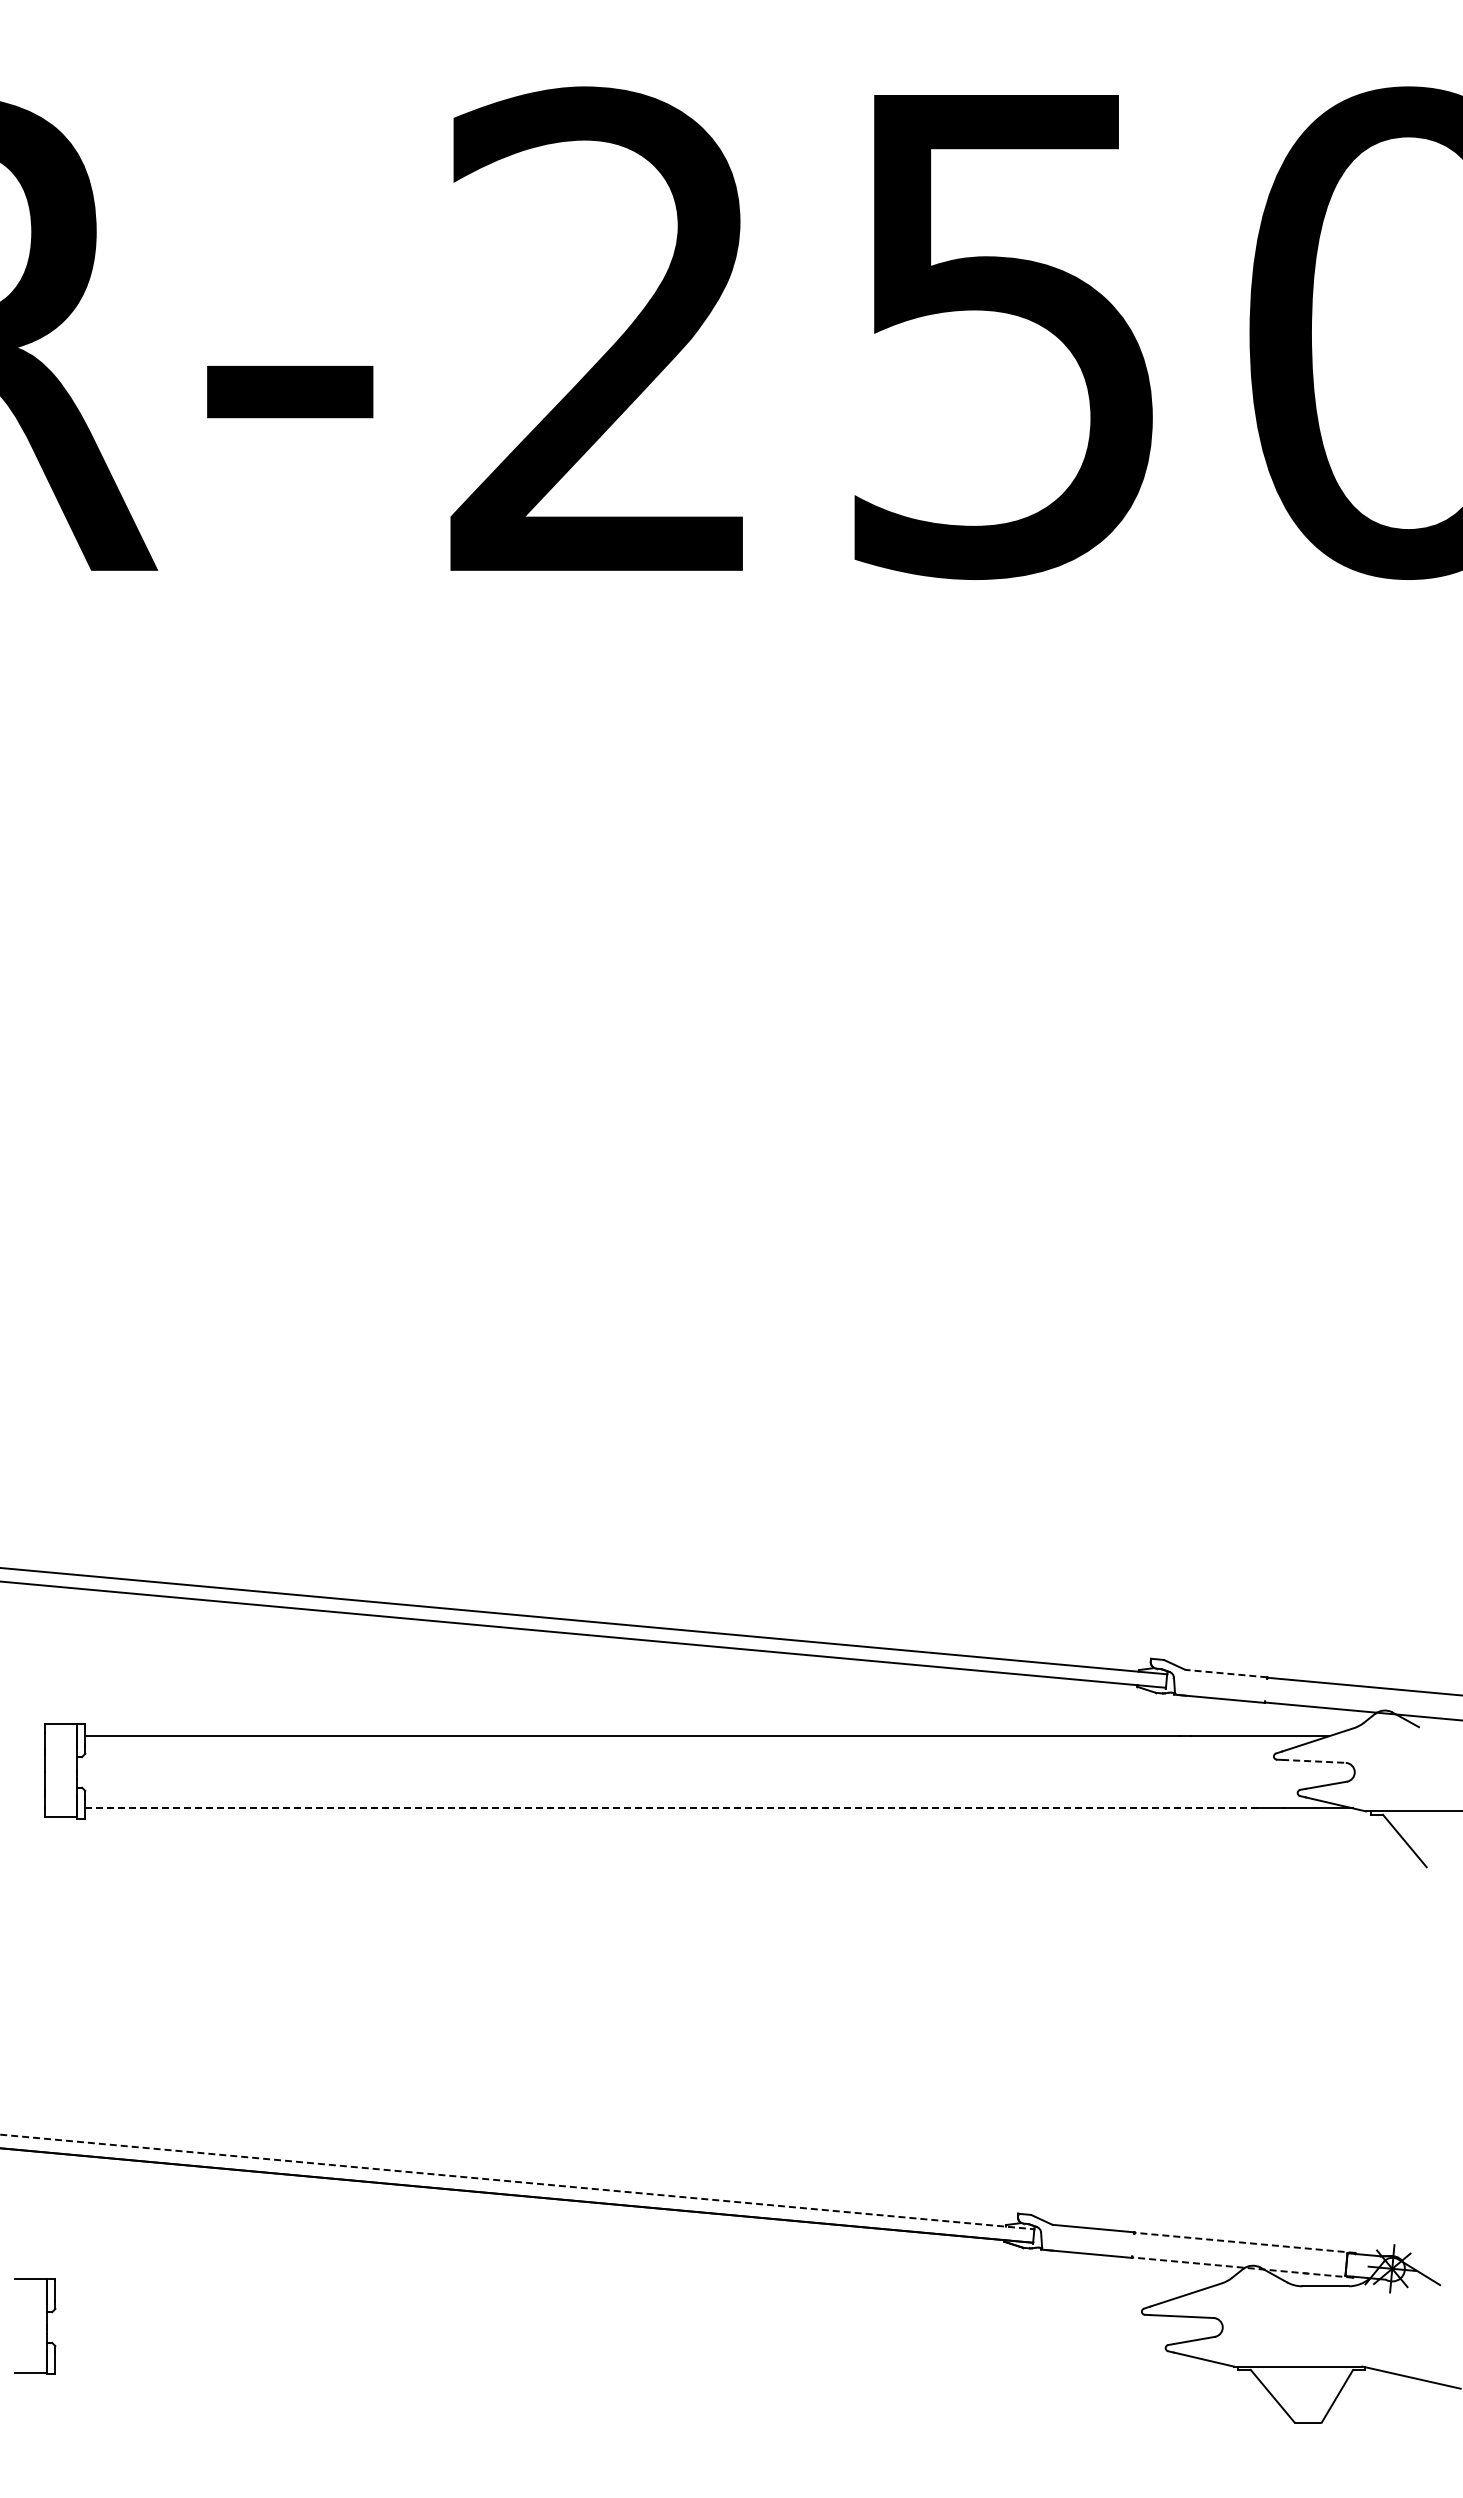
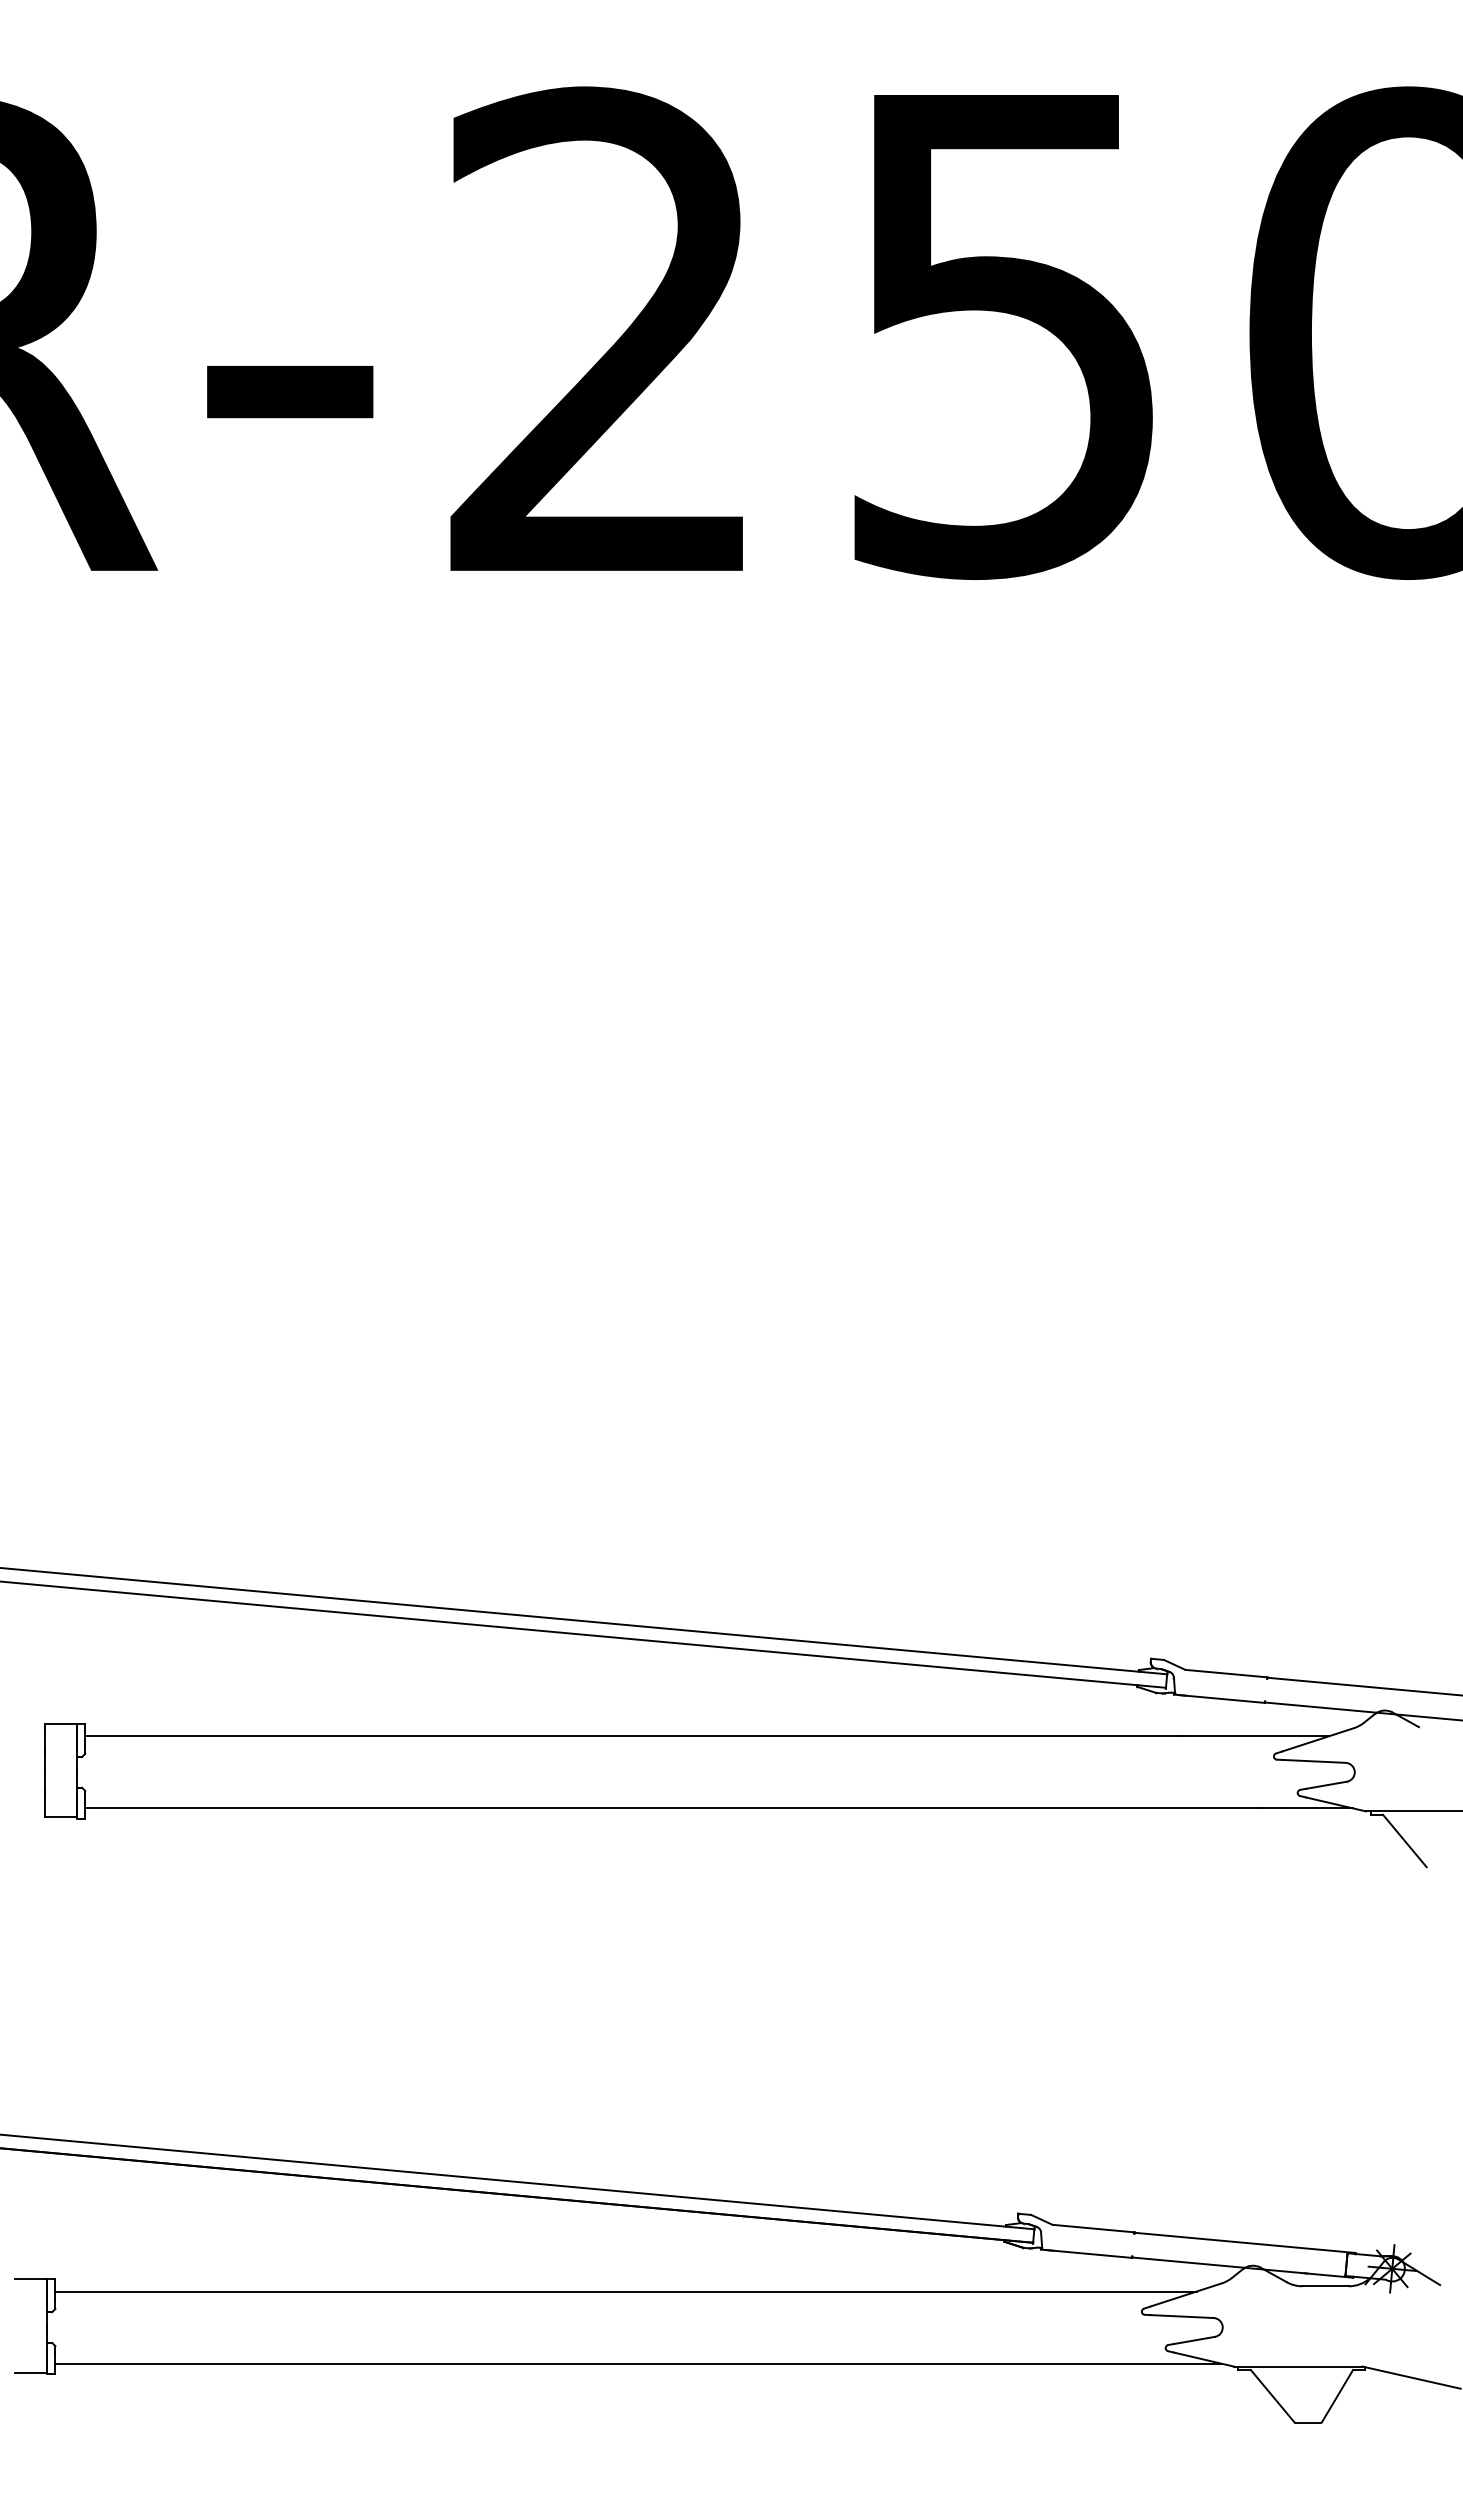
line at (1226, 1673): dashed -> solid
line at (1313, 1761): dashed -> solid
line at (672, 1808): dashed -> solid
line at (517, 2182): dashed -> solid
line at (1244, 2242): dashed -> solid
line at (1242, 2267): dashed -> solid
line at (625, 2291): none -> present
line at (637, 2363): none -> present
